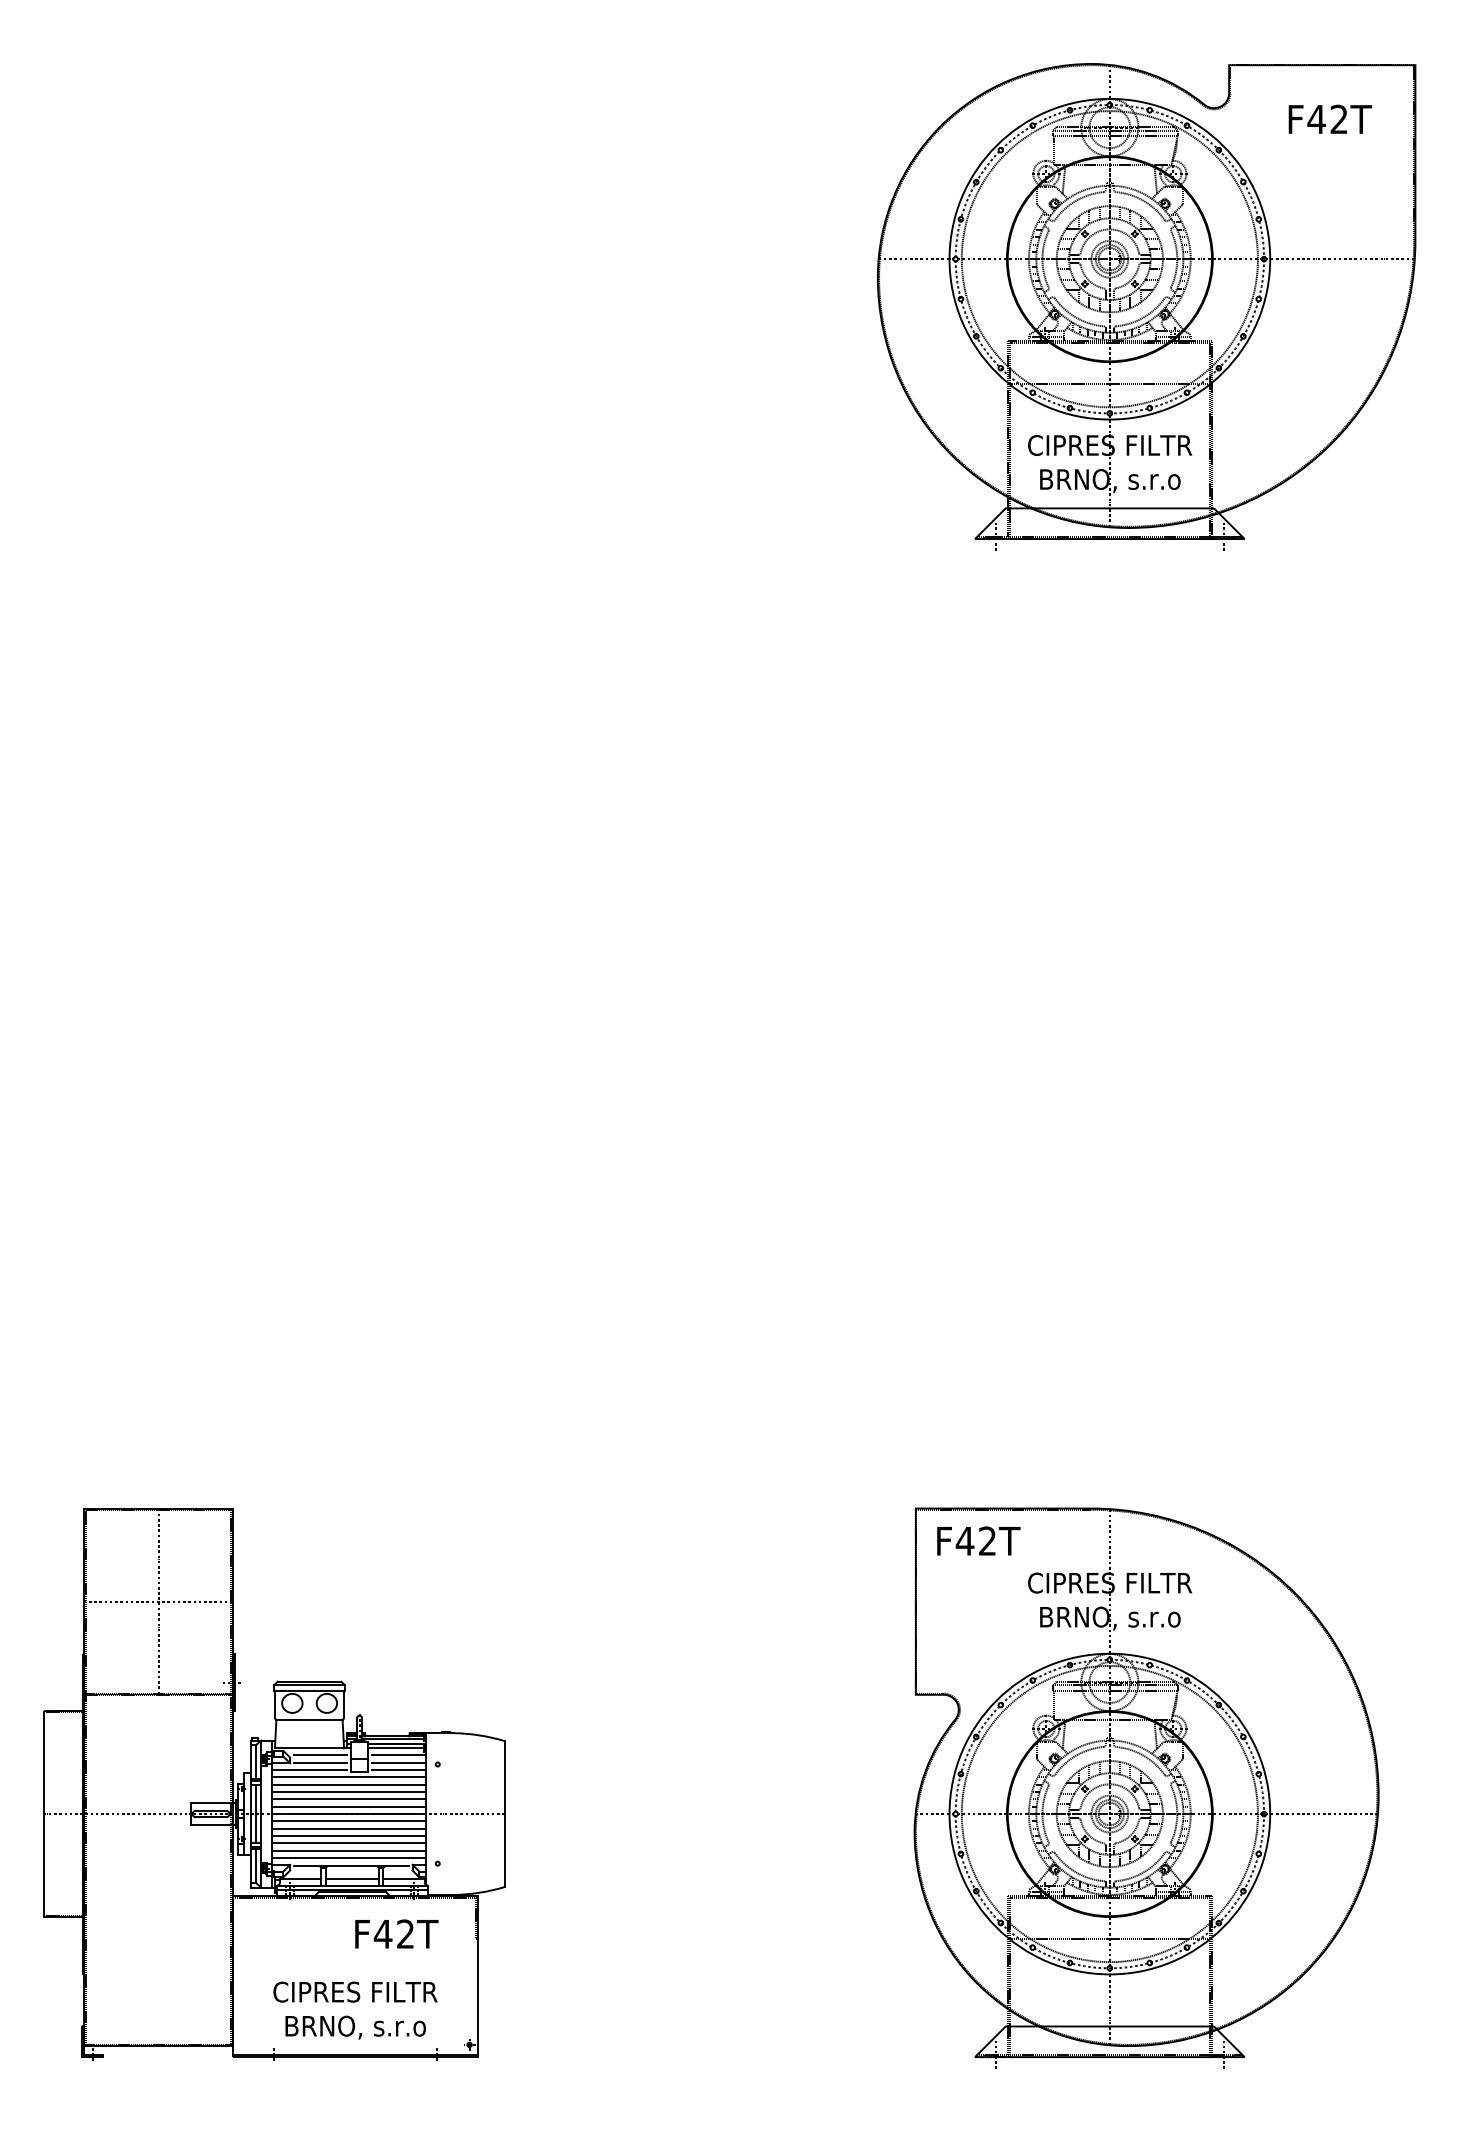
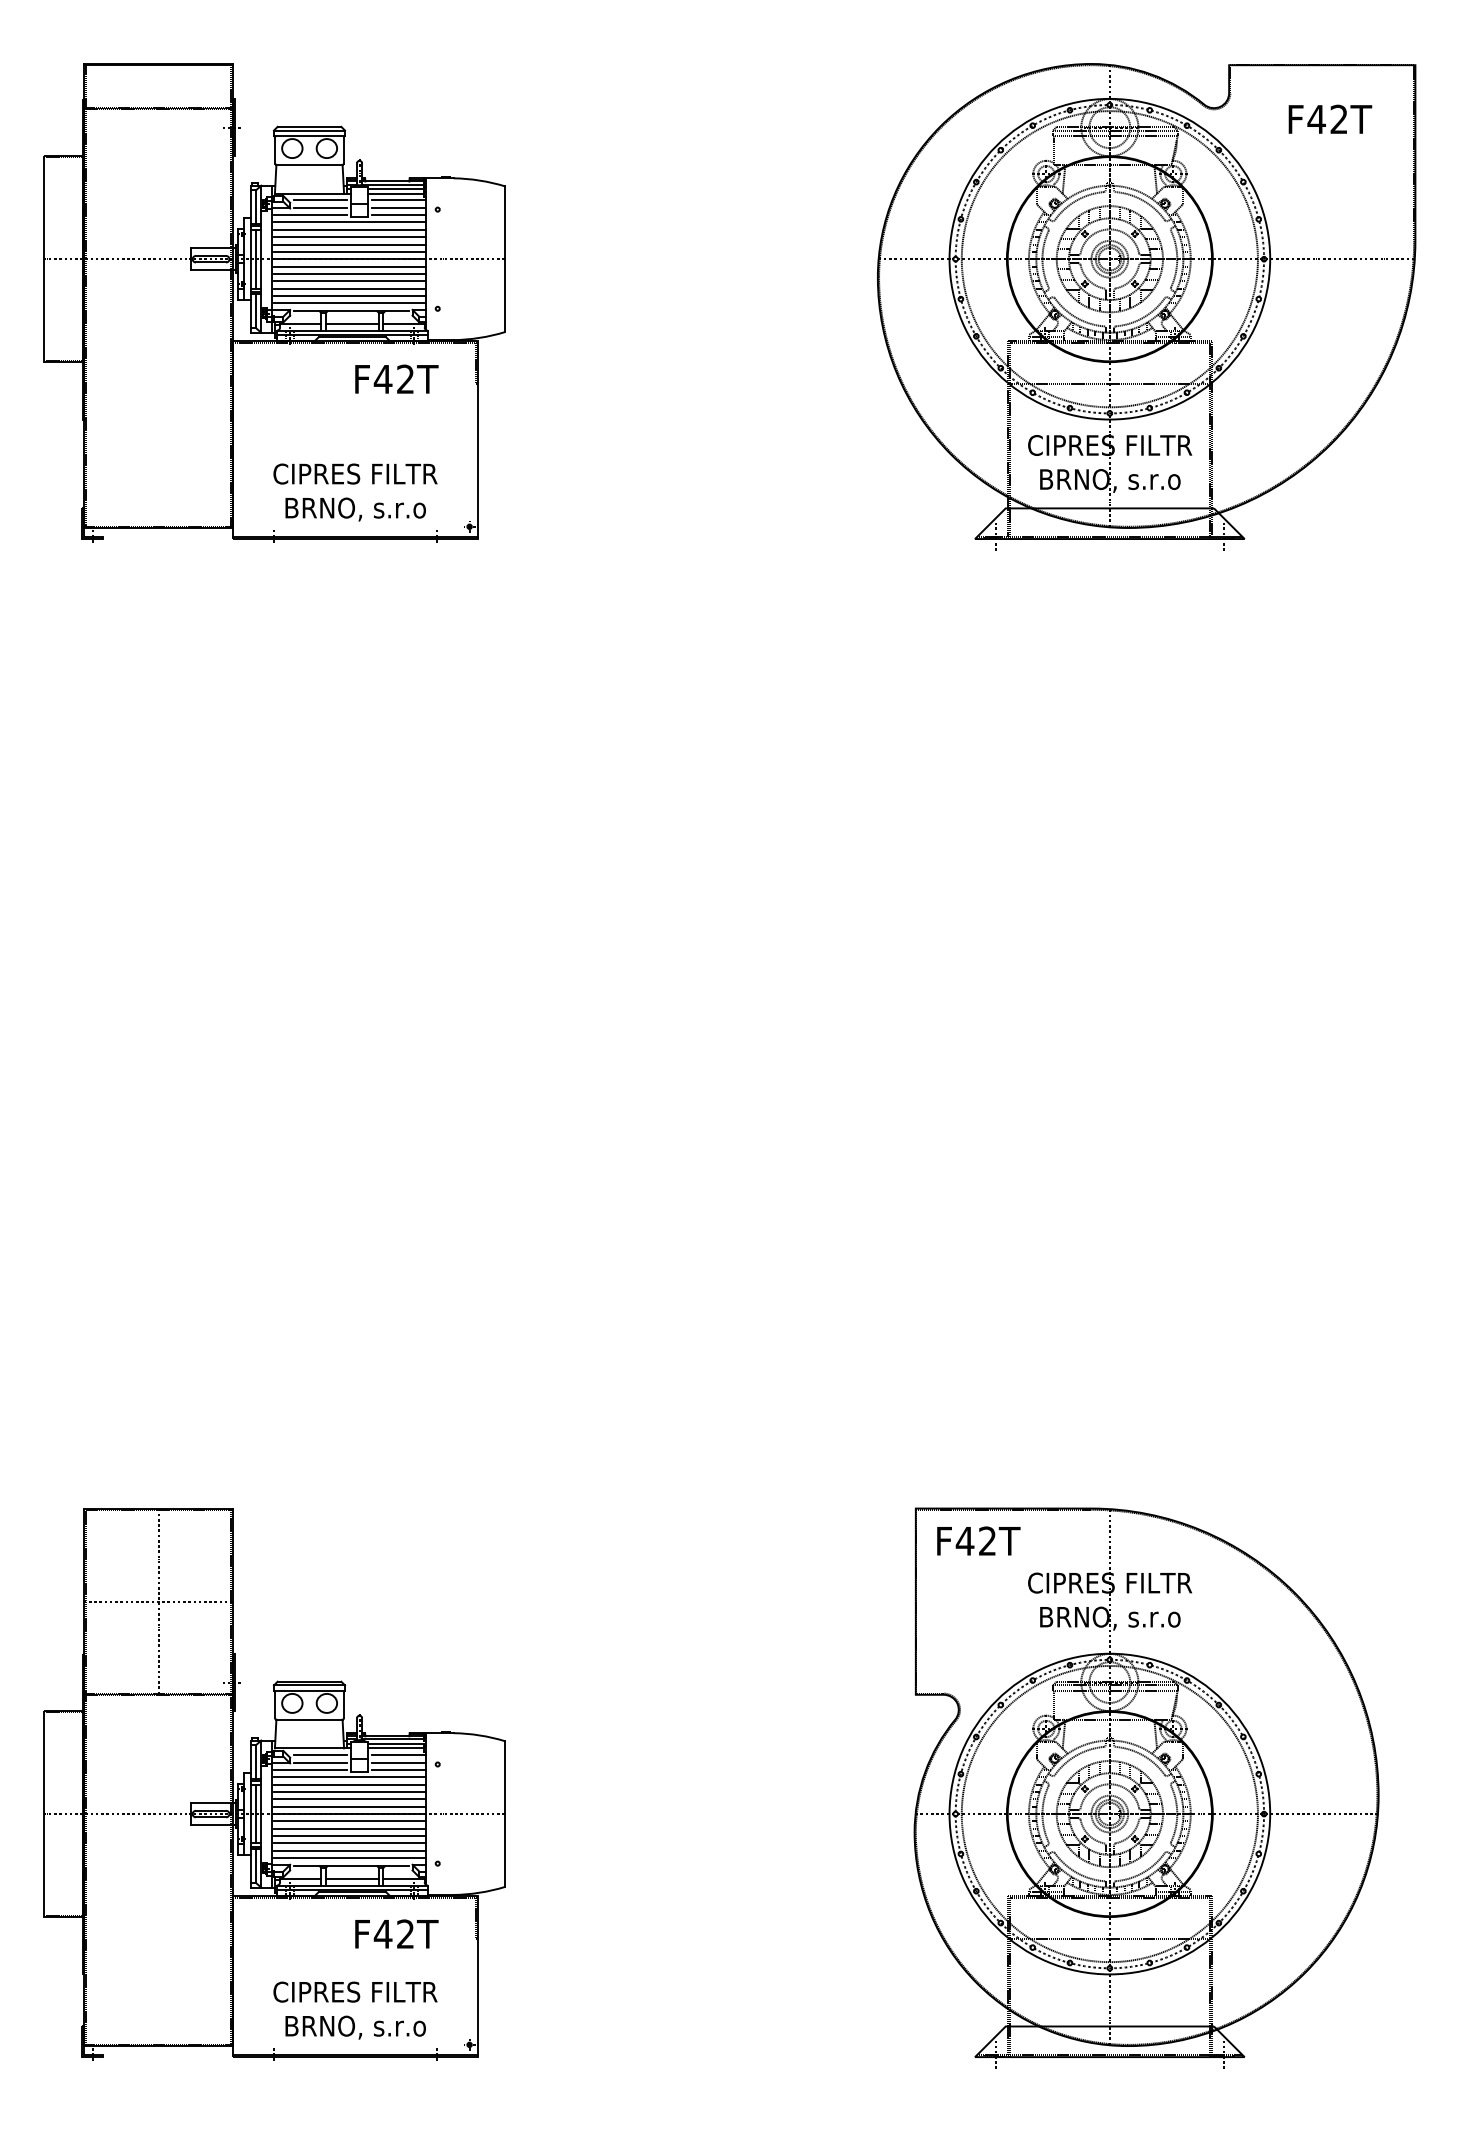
part at (274, 302): none -> present
